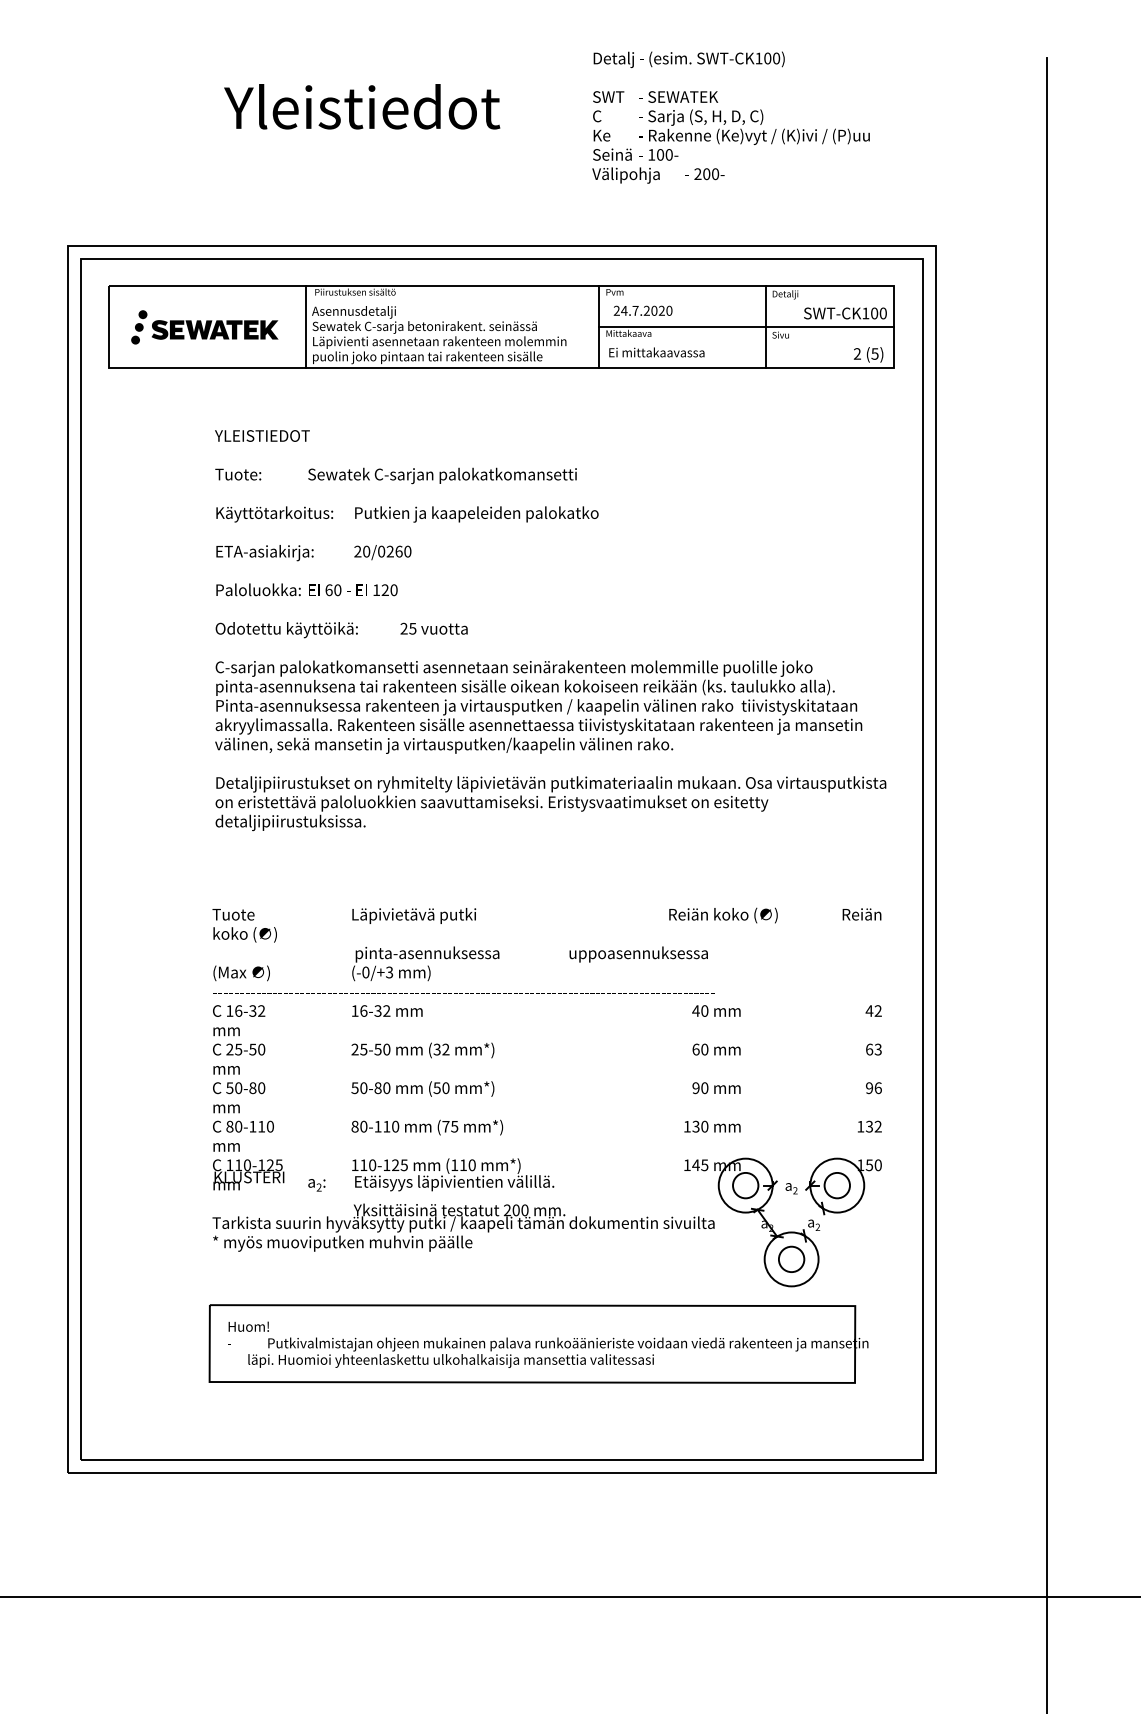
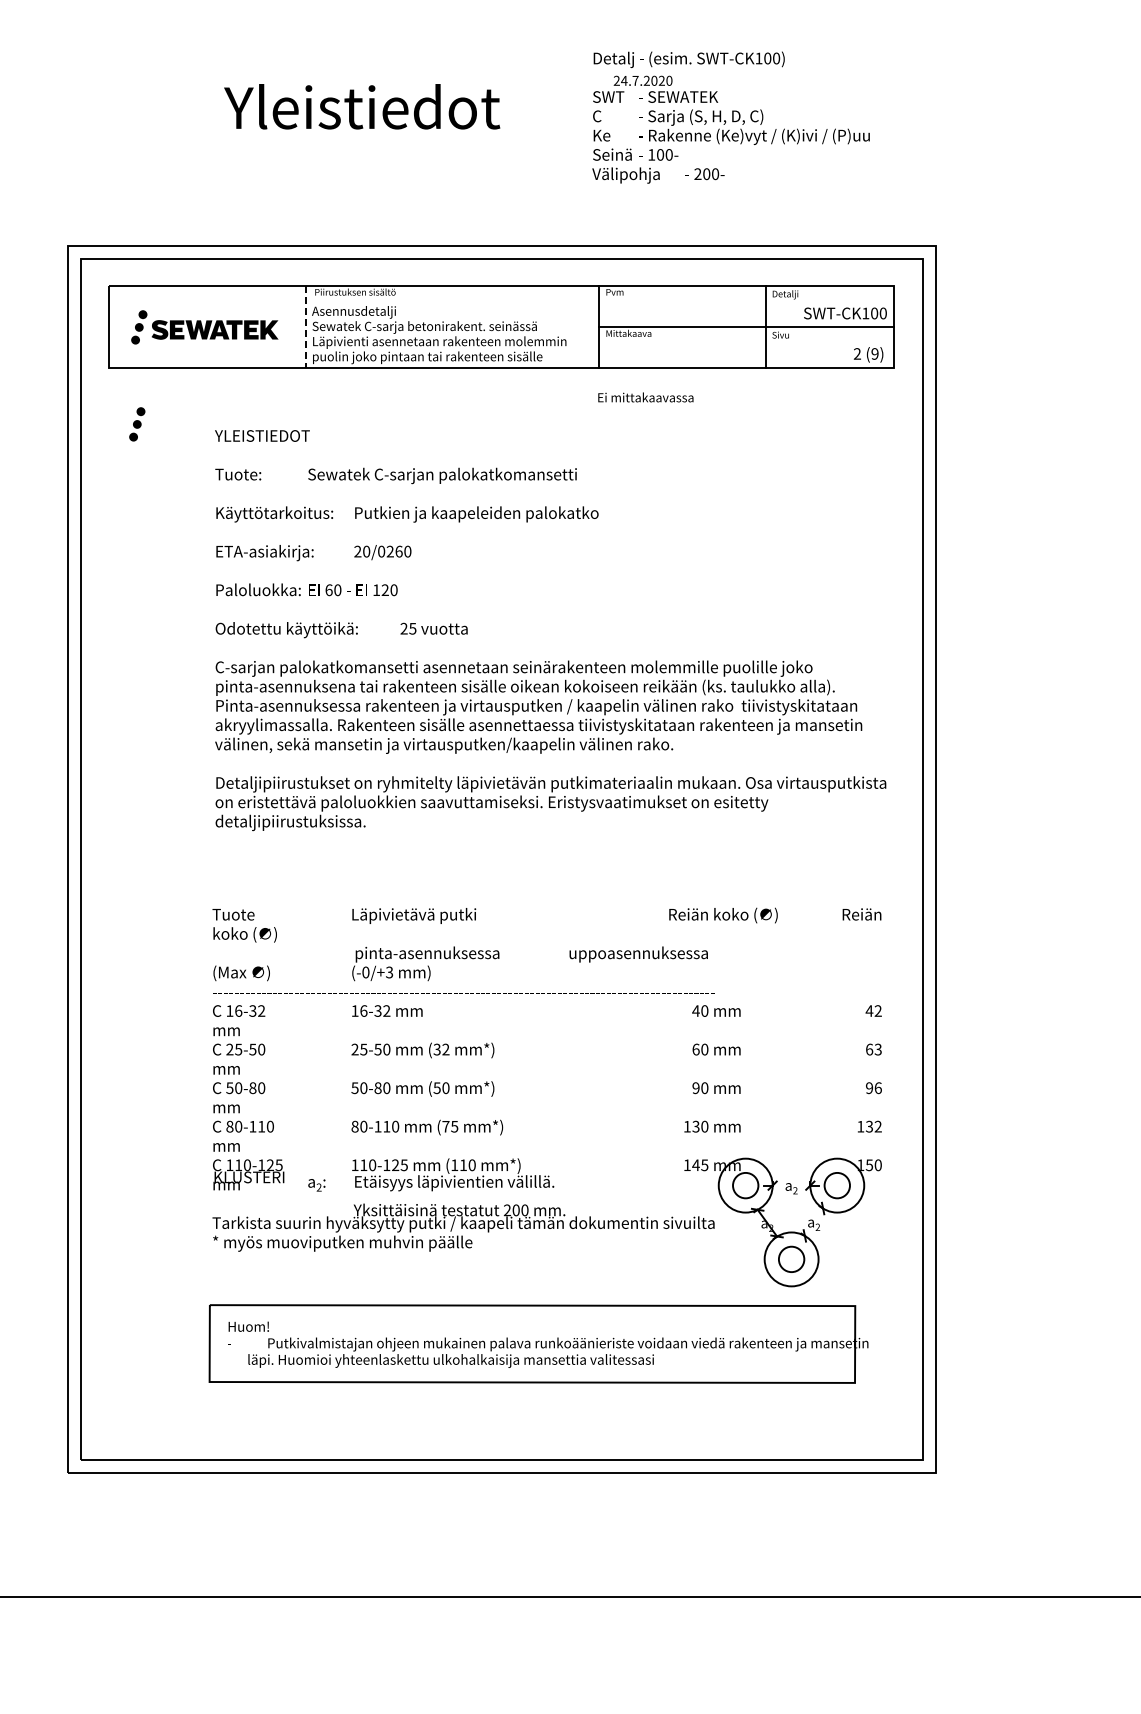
text at (642, 310) position: (642, 310) -> (642, 80)
line at (305, 327): solid -> dashed
text at (656, 352) position: (656, 352) -> (645, 397)
text at (874, 353): (5) -> (9)
part at (137, 424): none -> present
line at (1047, 883): present -> none
